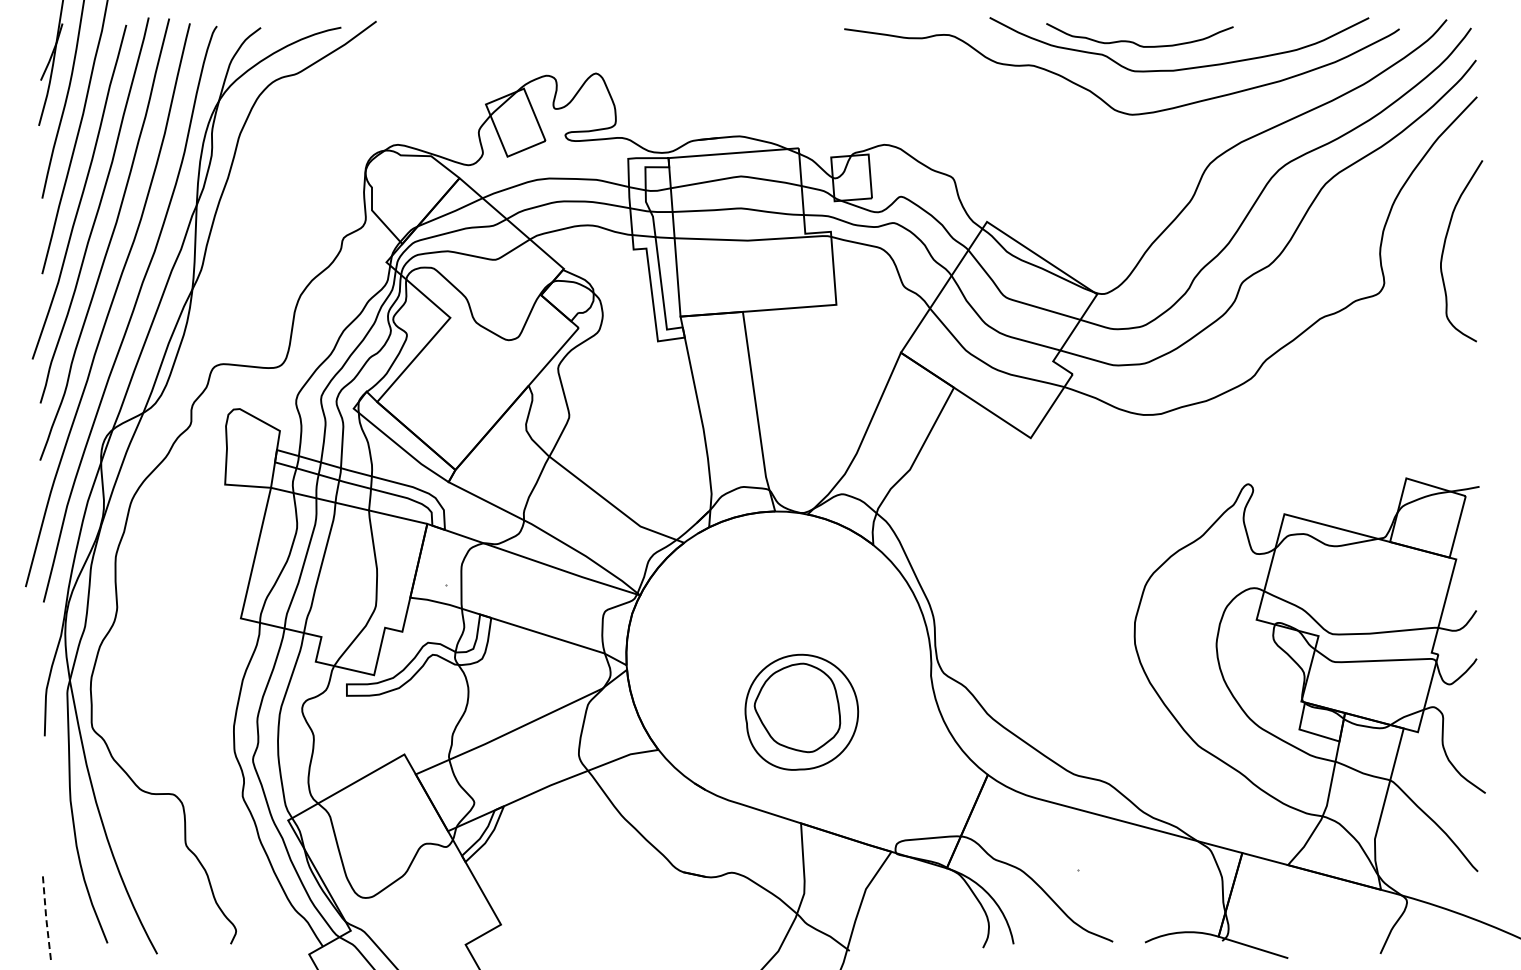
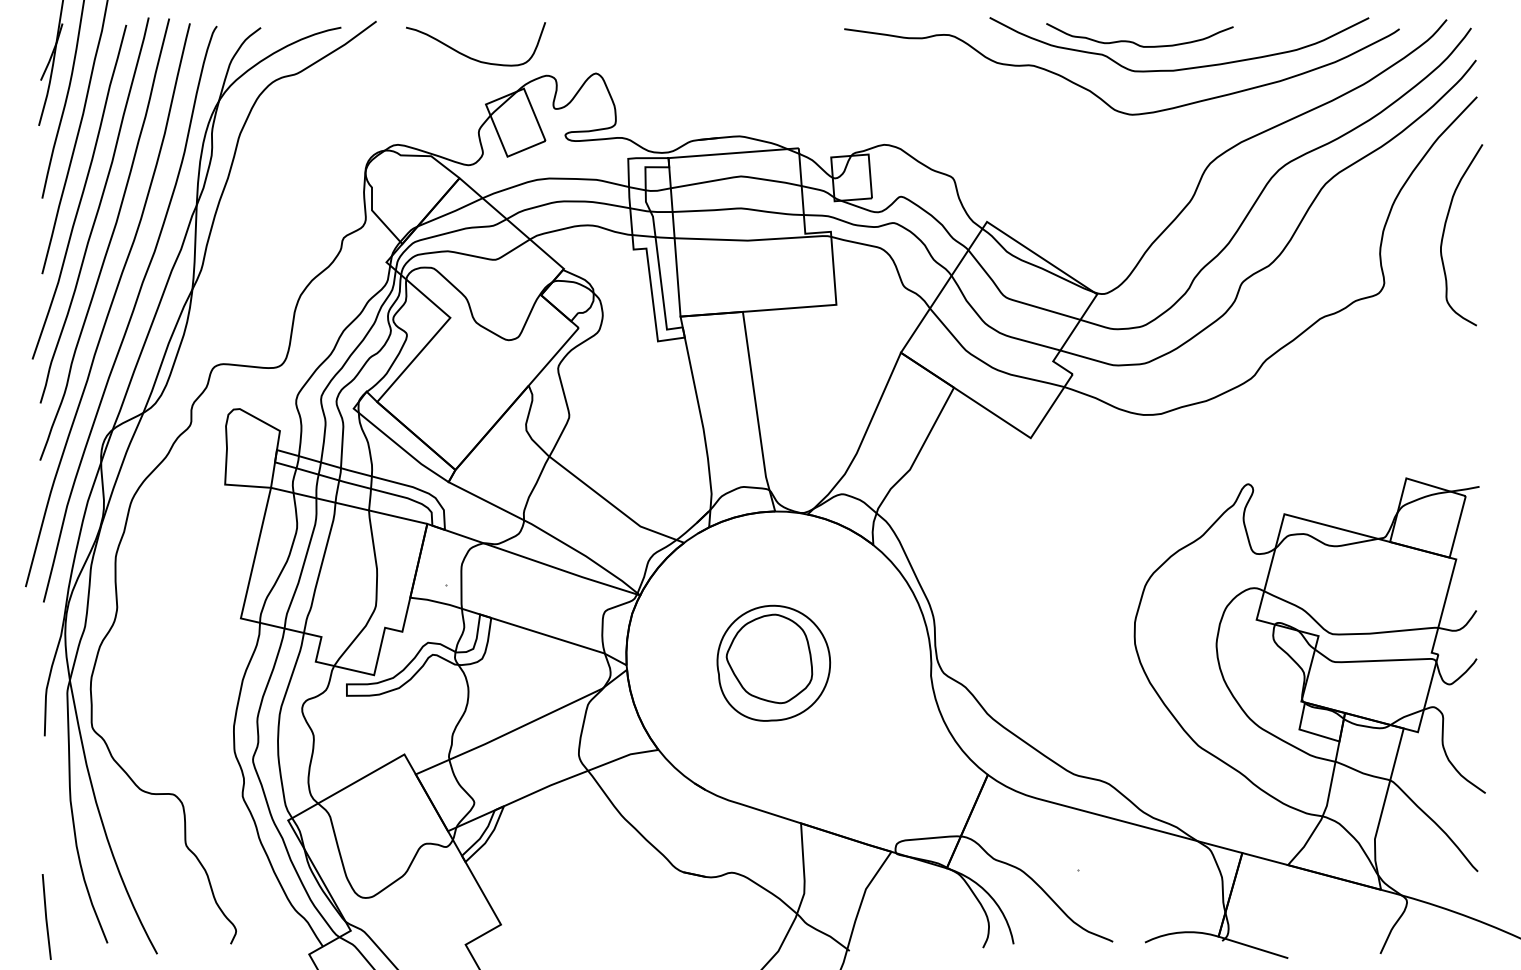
curve at (469, 56): none -> present
curve at (1444, 250) position: (1444, 250) -> (1444, 234)
part at (801, 711) position: (801, 711) -> (773, 662)
line at (46, 917): dashed -> solid
